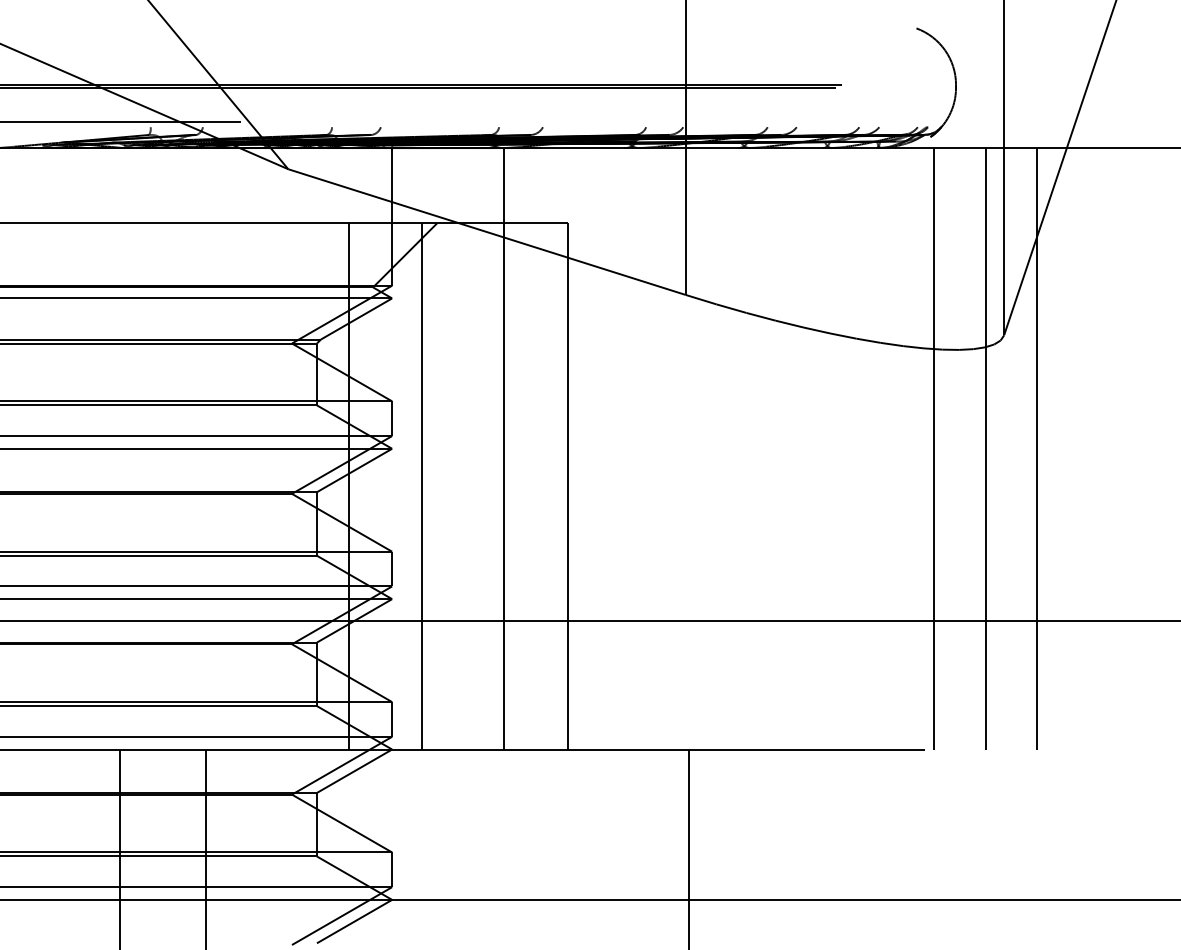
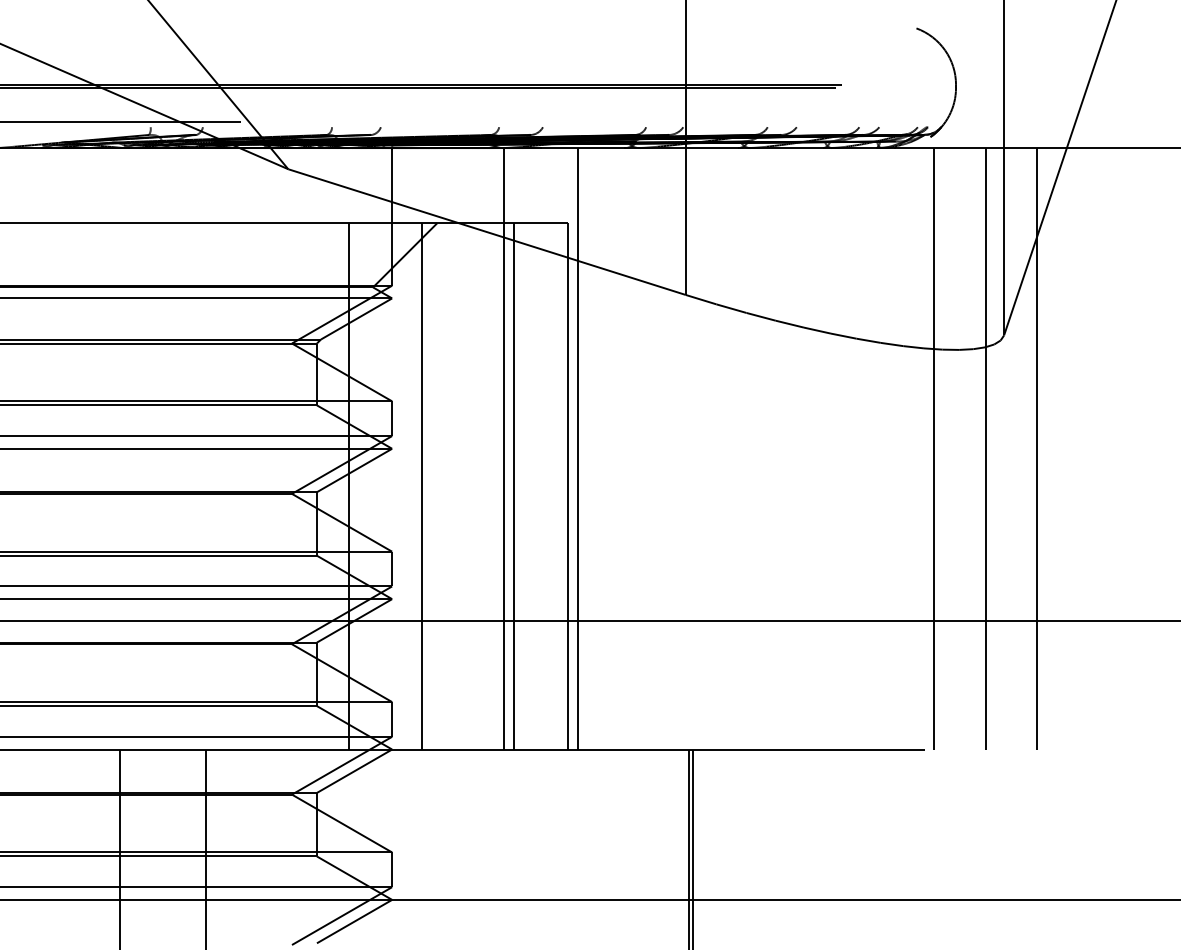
line at (577, 448): none -> present
line at (514, 486): none -> present
line at (692, 847): none -> present
